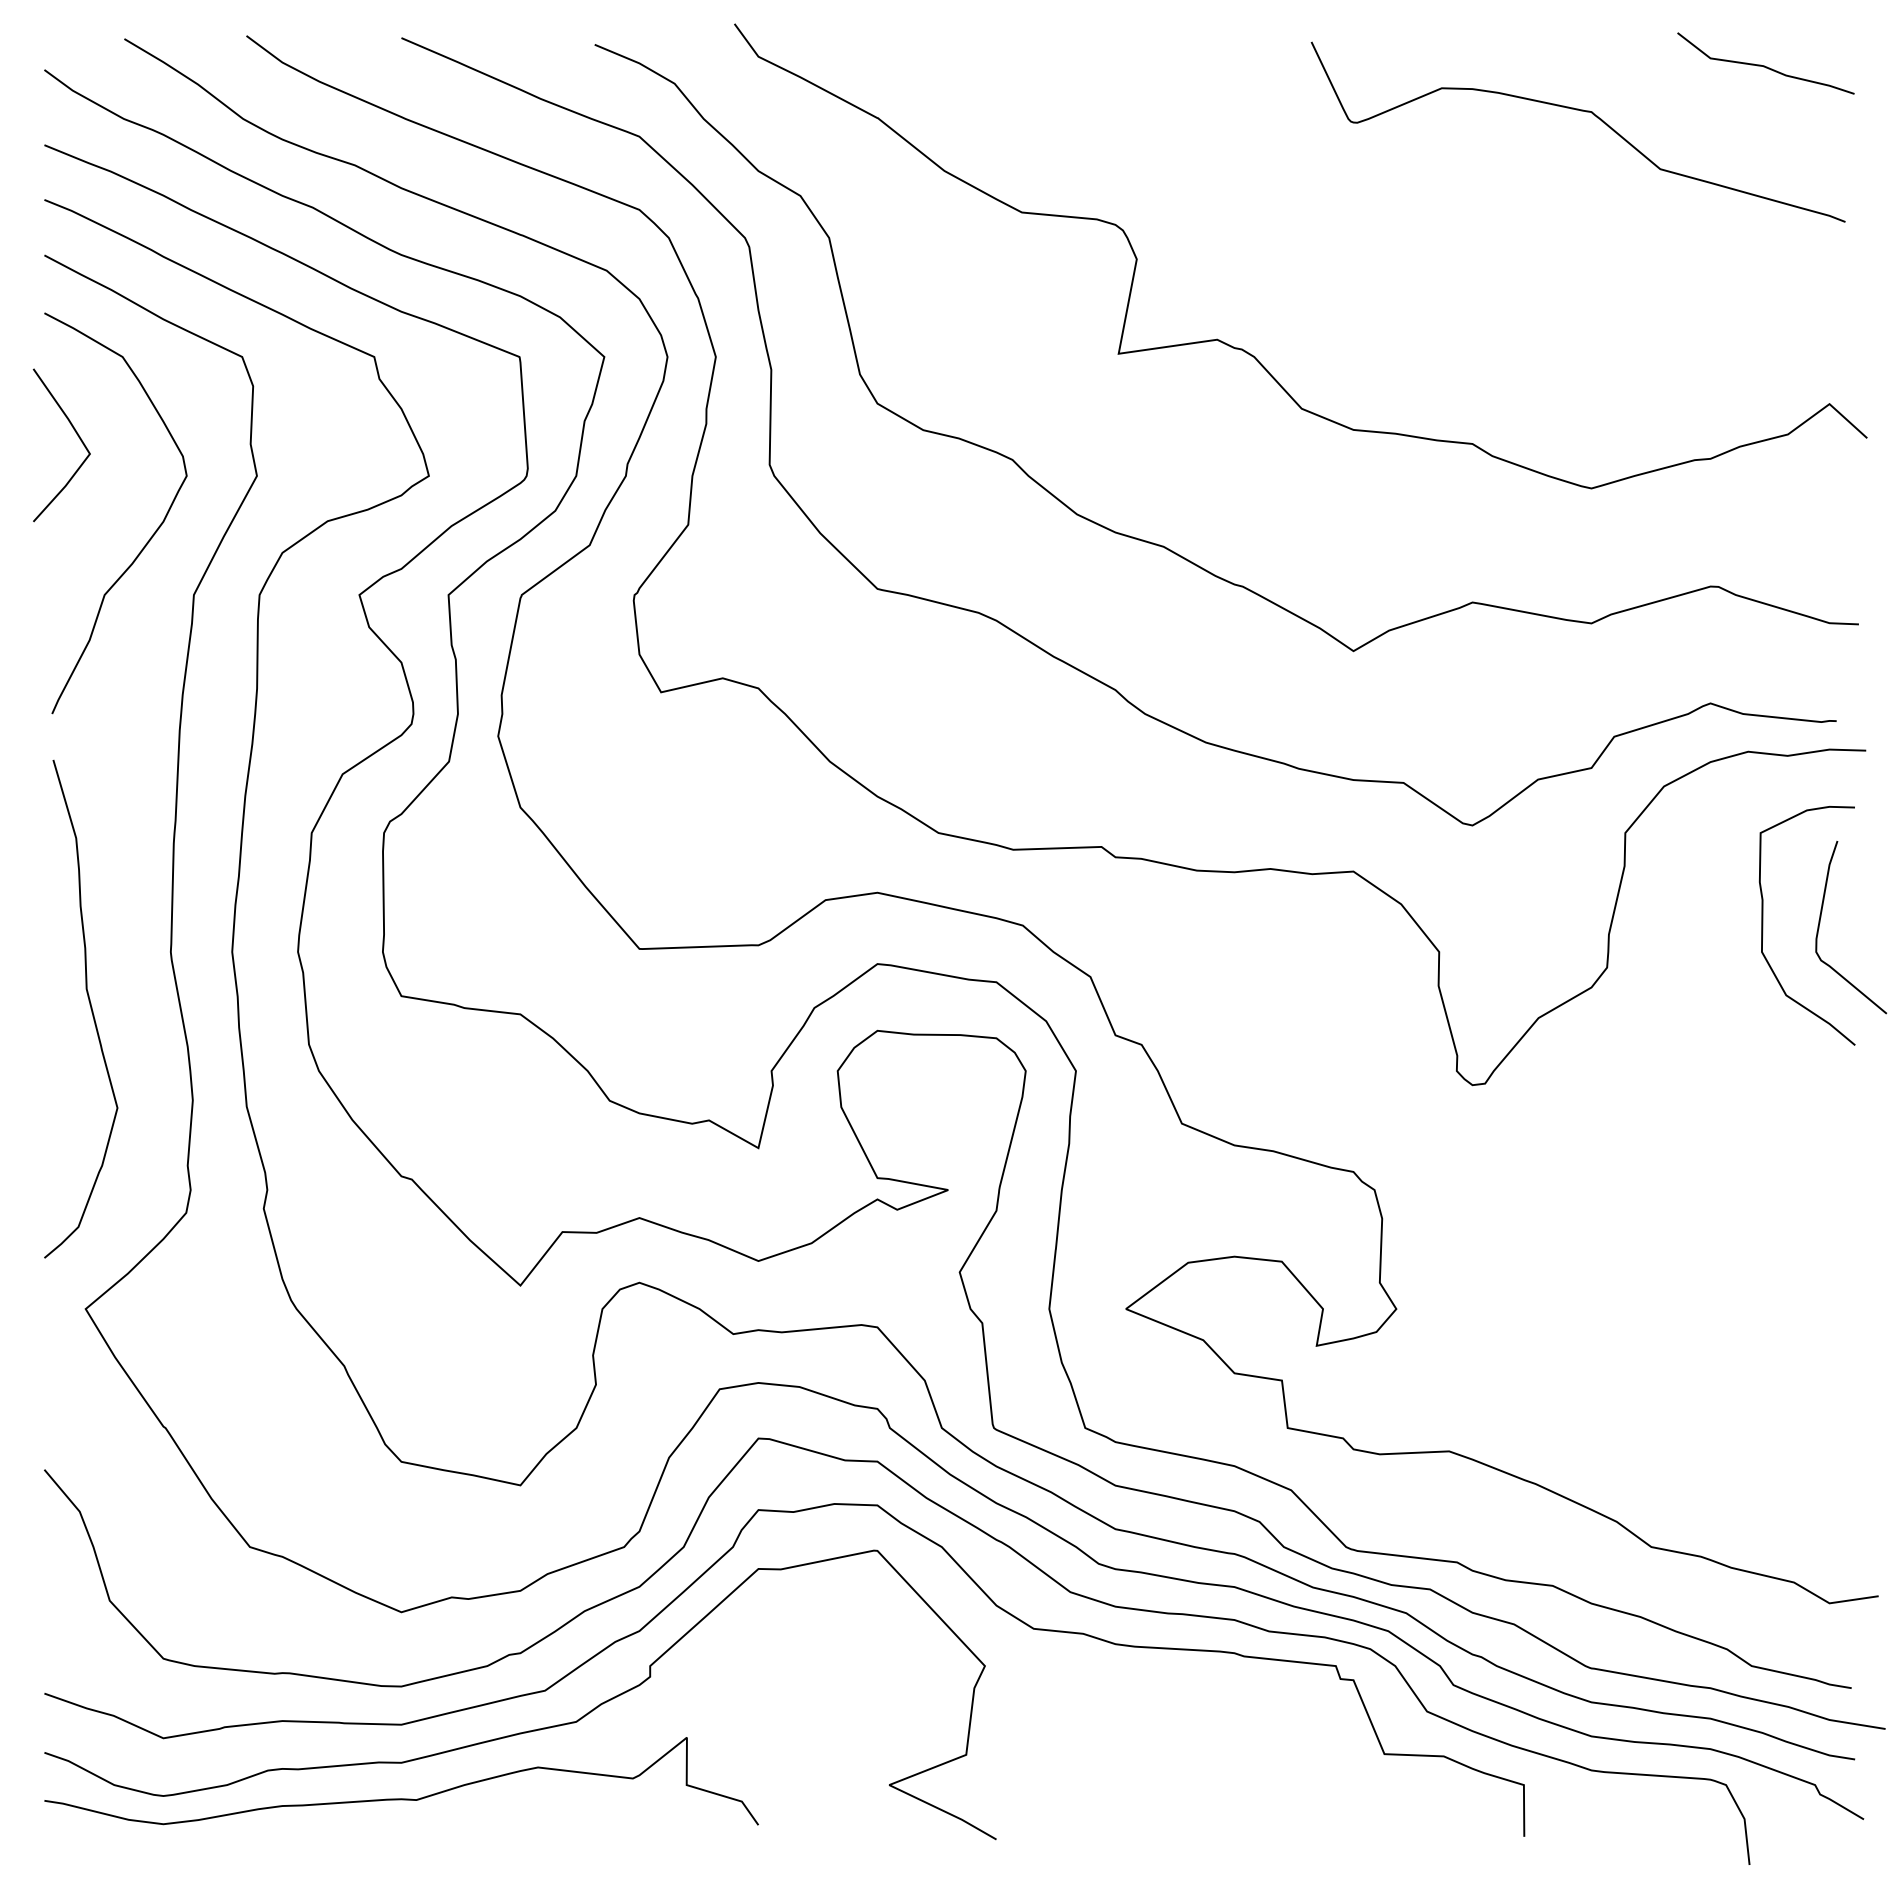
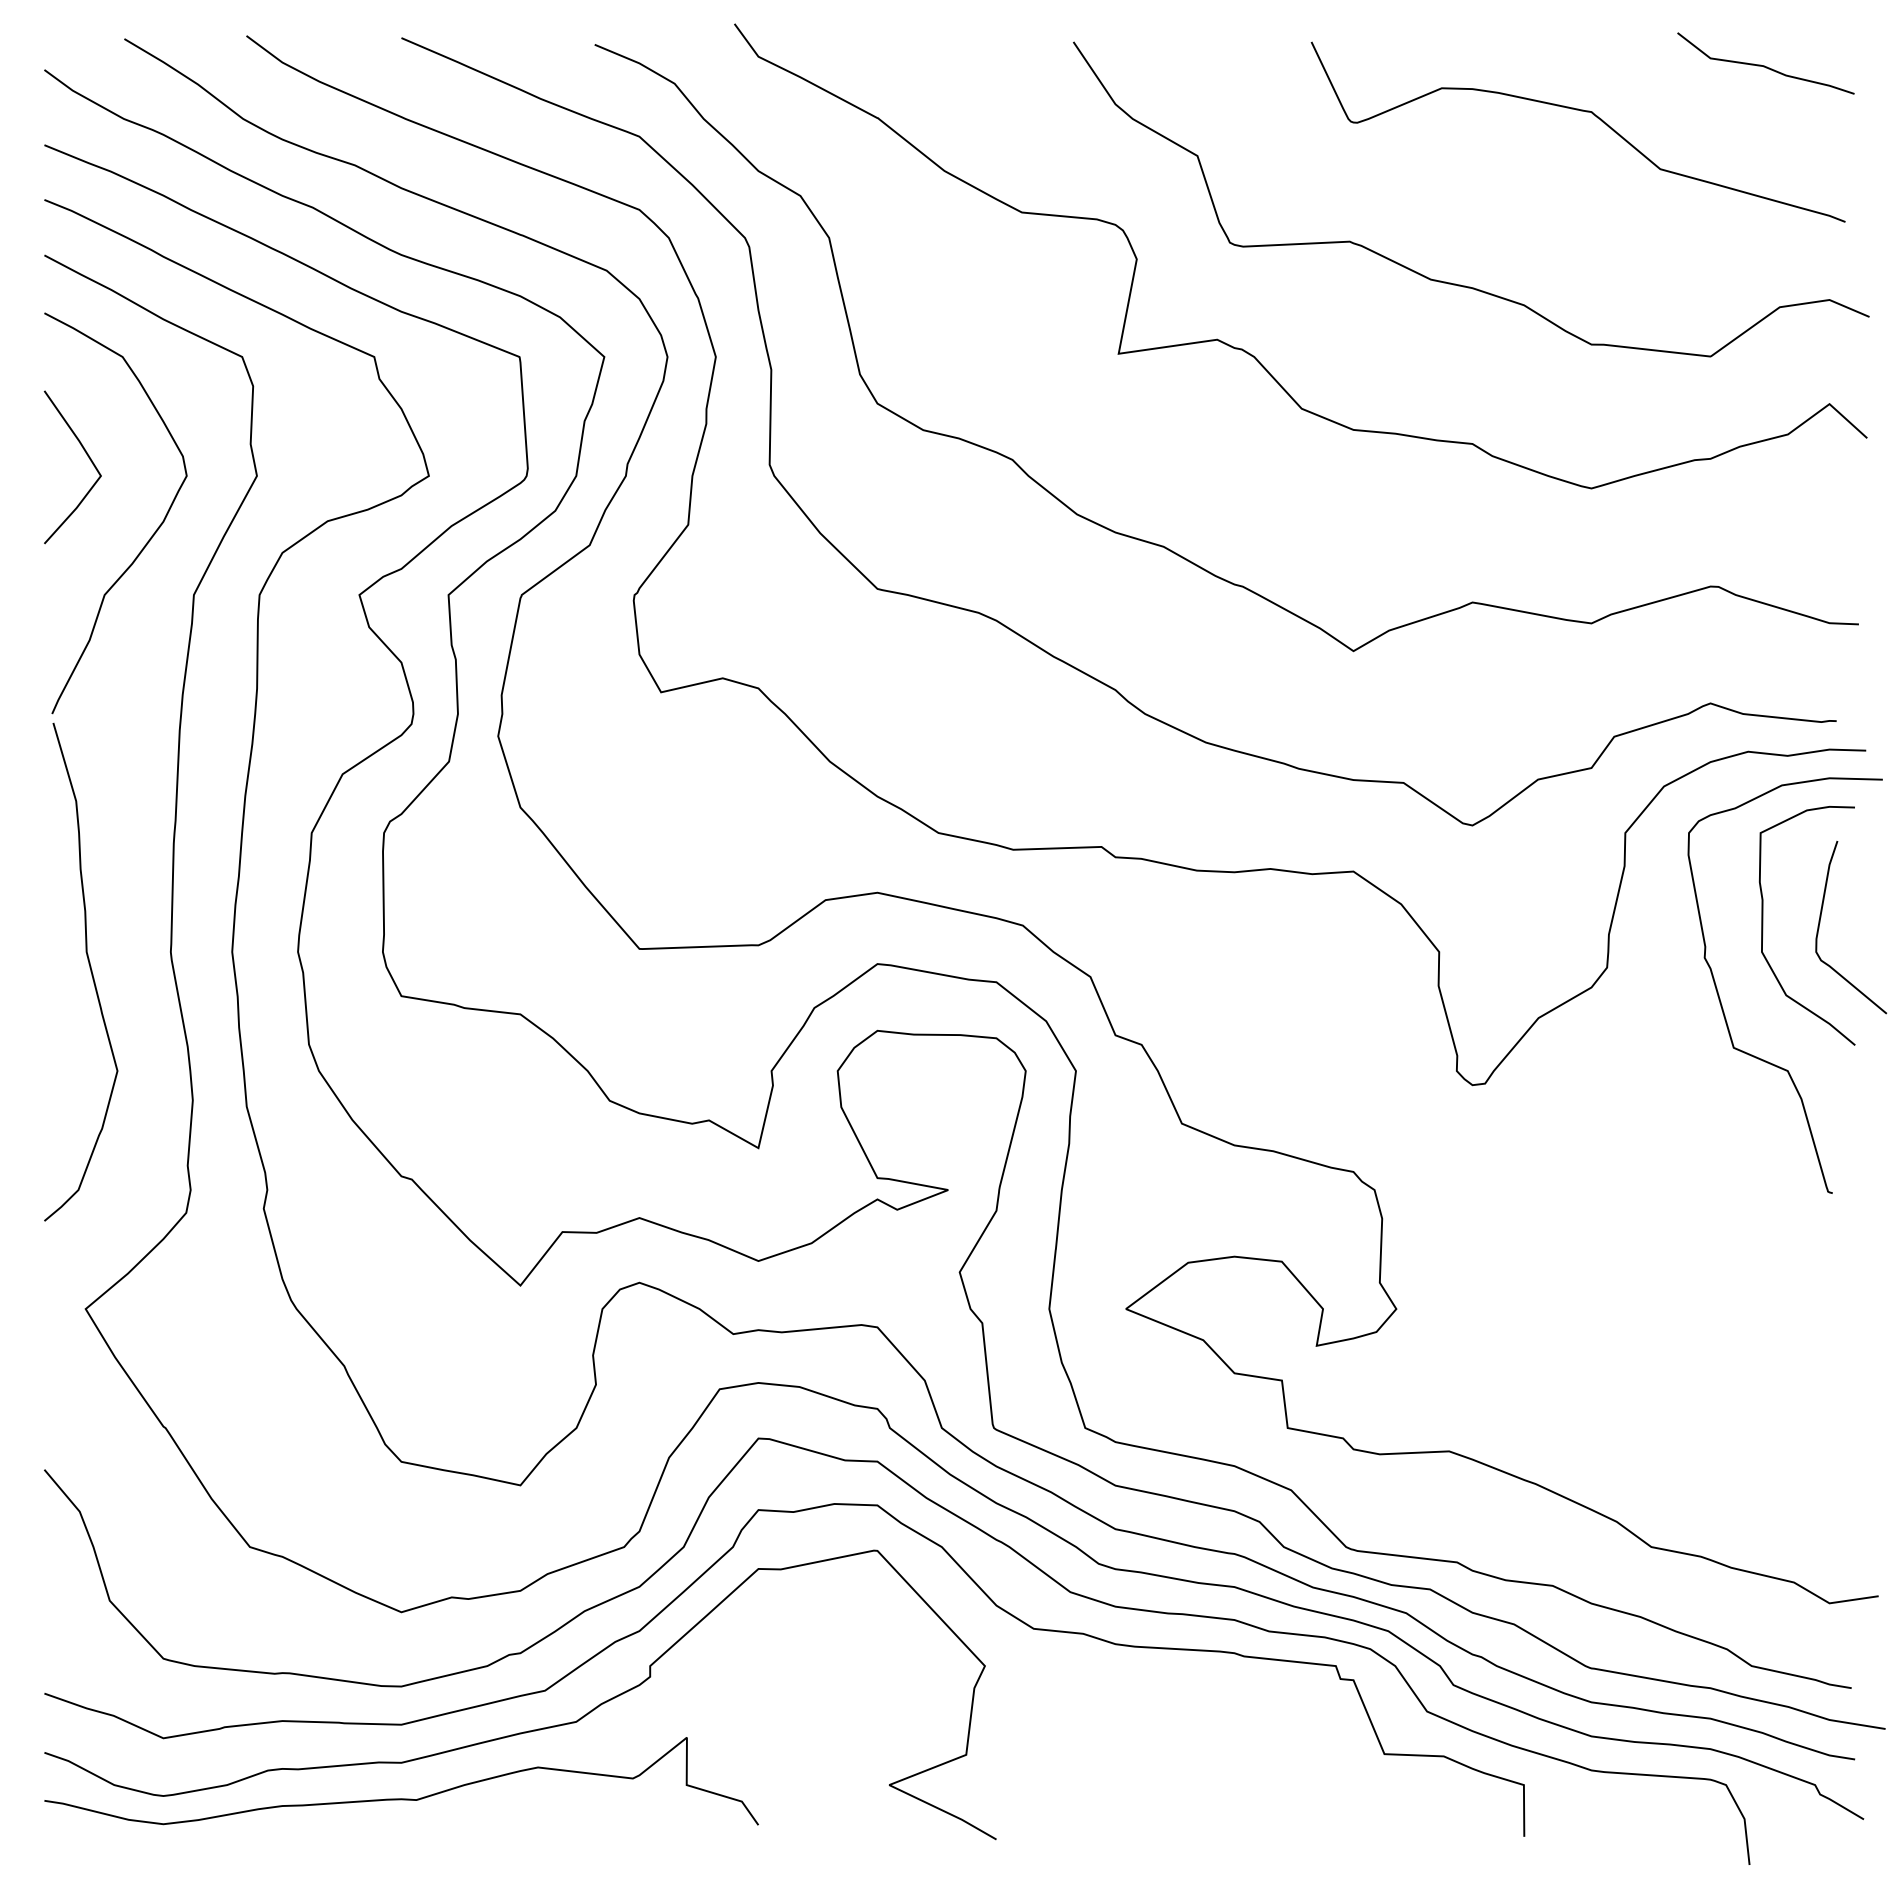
curve at (1455, 283): none -> present
line at (76, 434) position: (76, 434) -> (87, 456)
curve at (1721, 1001): none -> present
curve at (89, 1005) position: (89, 1005) -> (89, 968)
